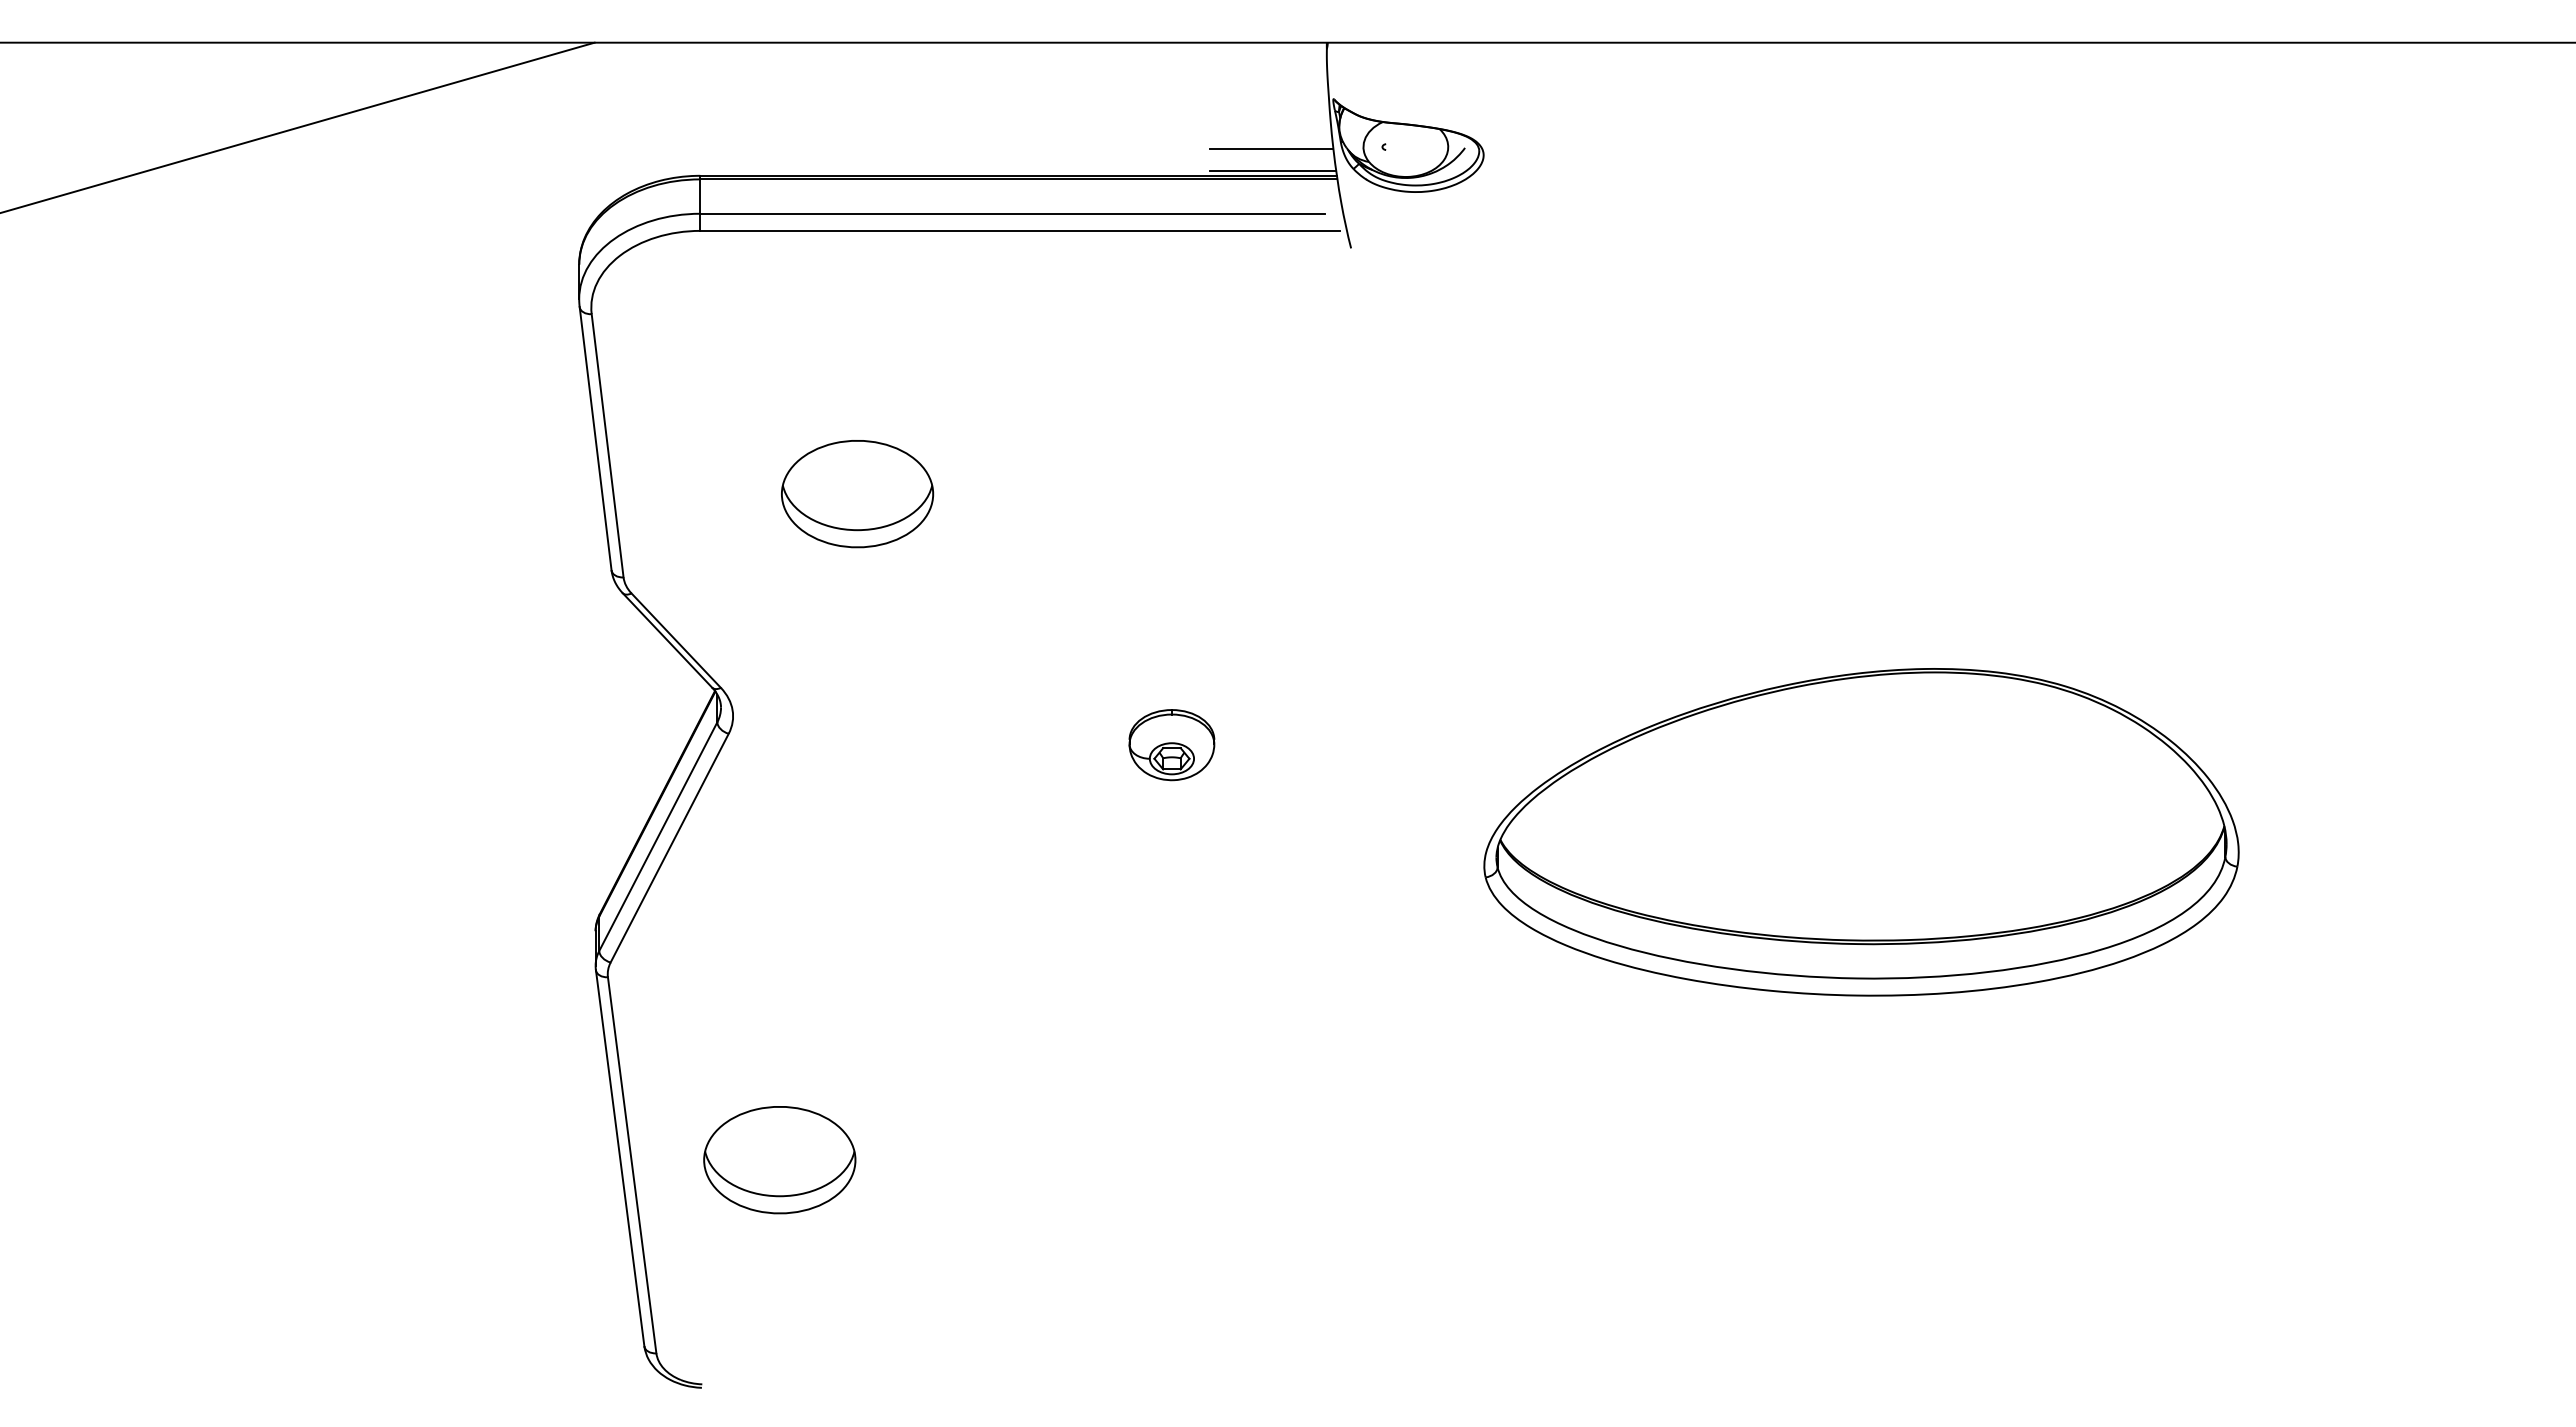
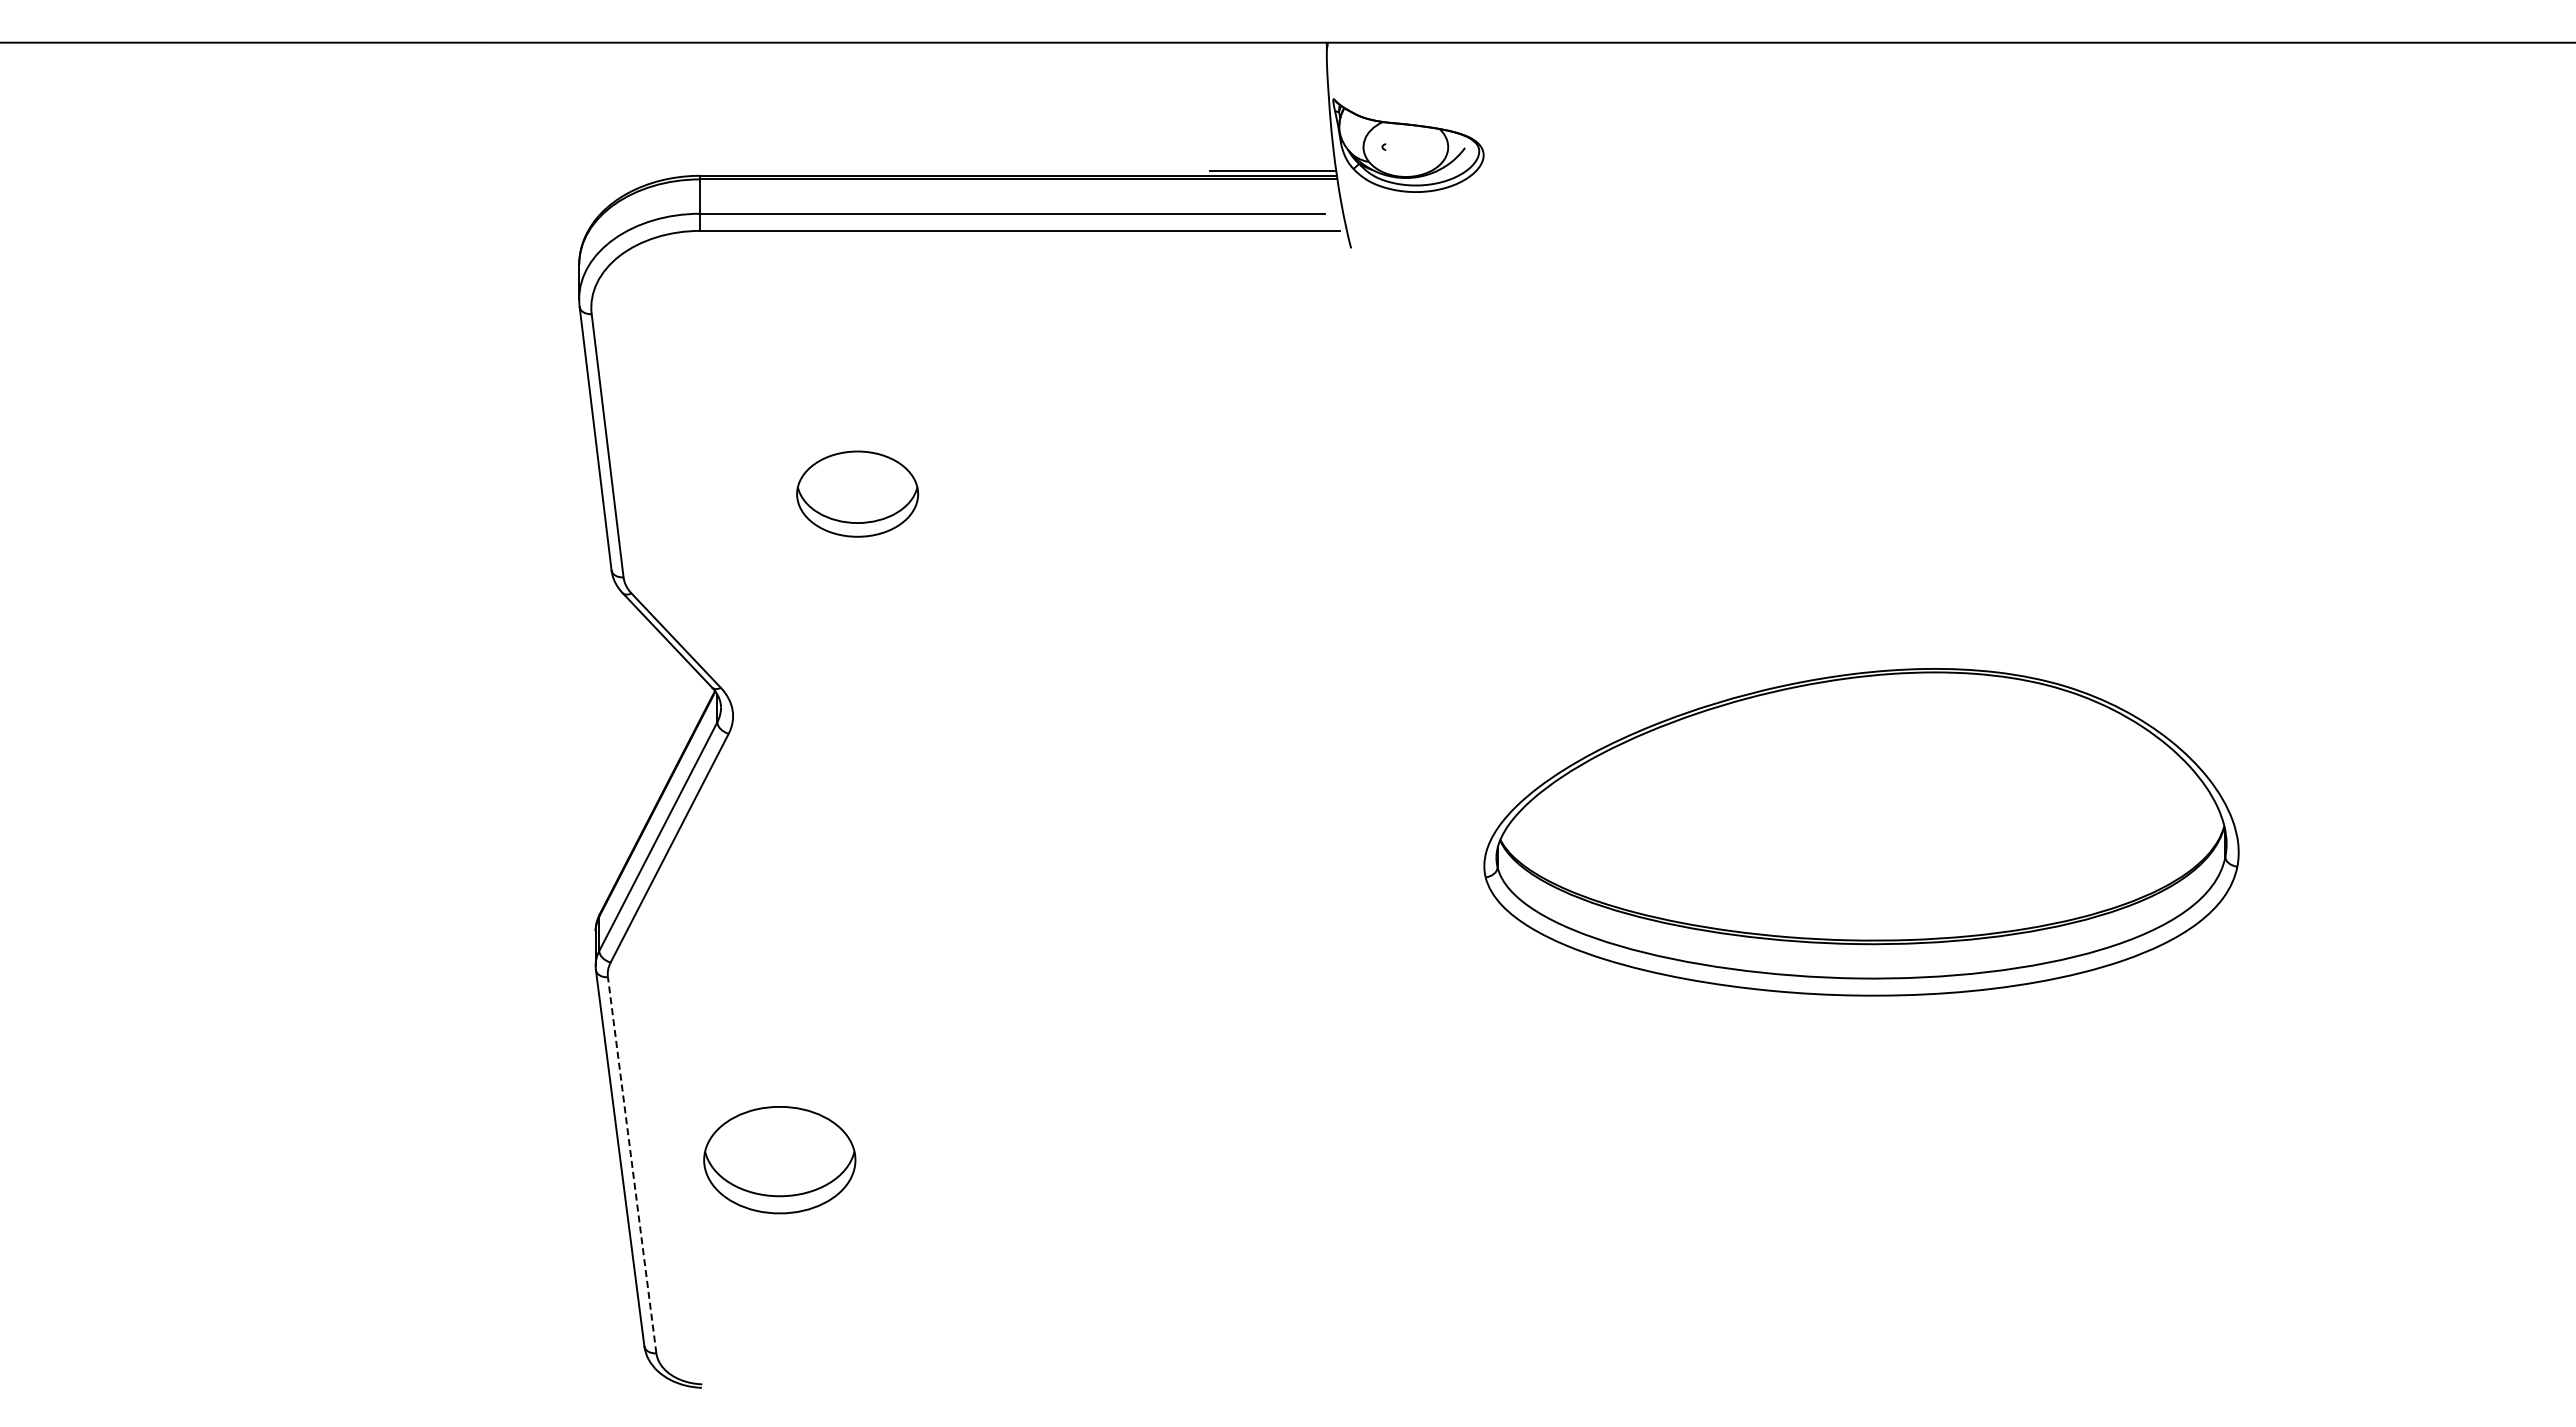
line at (298, 127): present -> none
line at (1271, 149): present -> none
part at (857, 494) size: 154x109 px -> 123x88 px
part at (1171, 745): present -> none
line at (632, 1165): solid -> dashed
